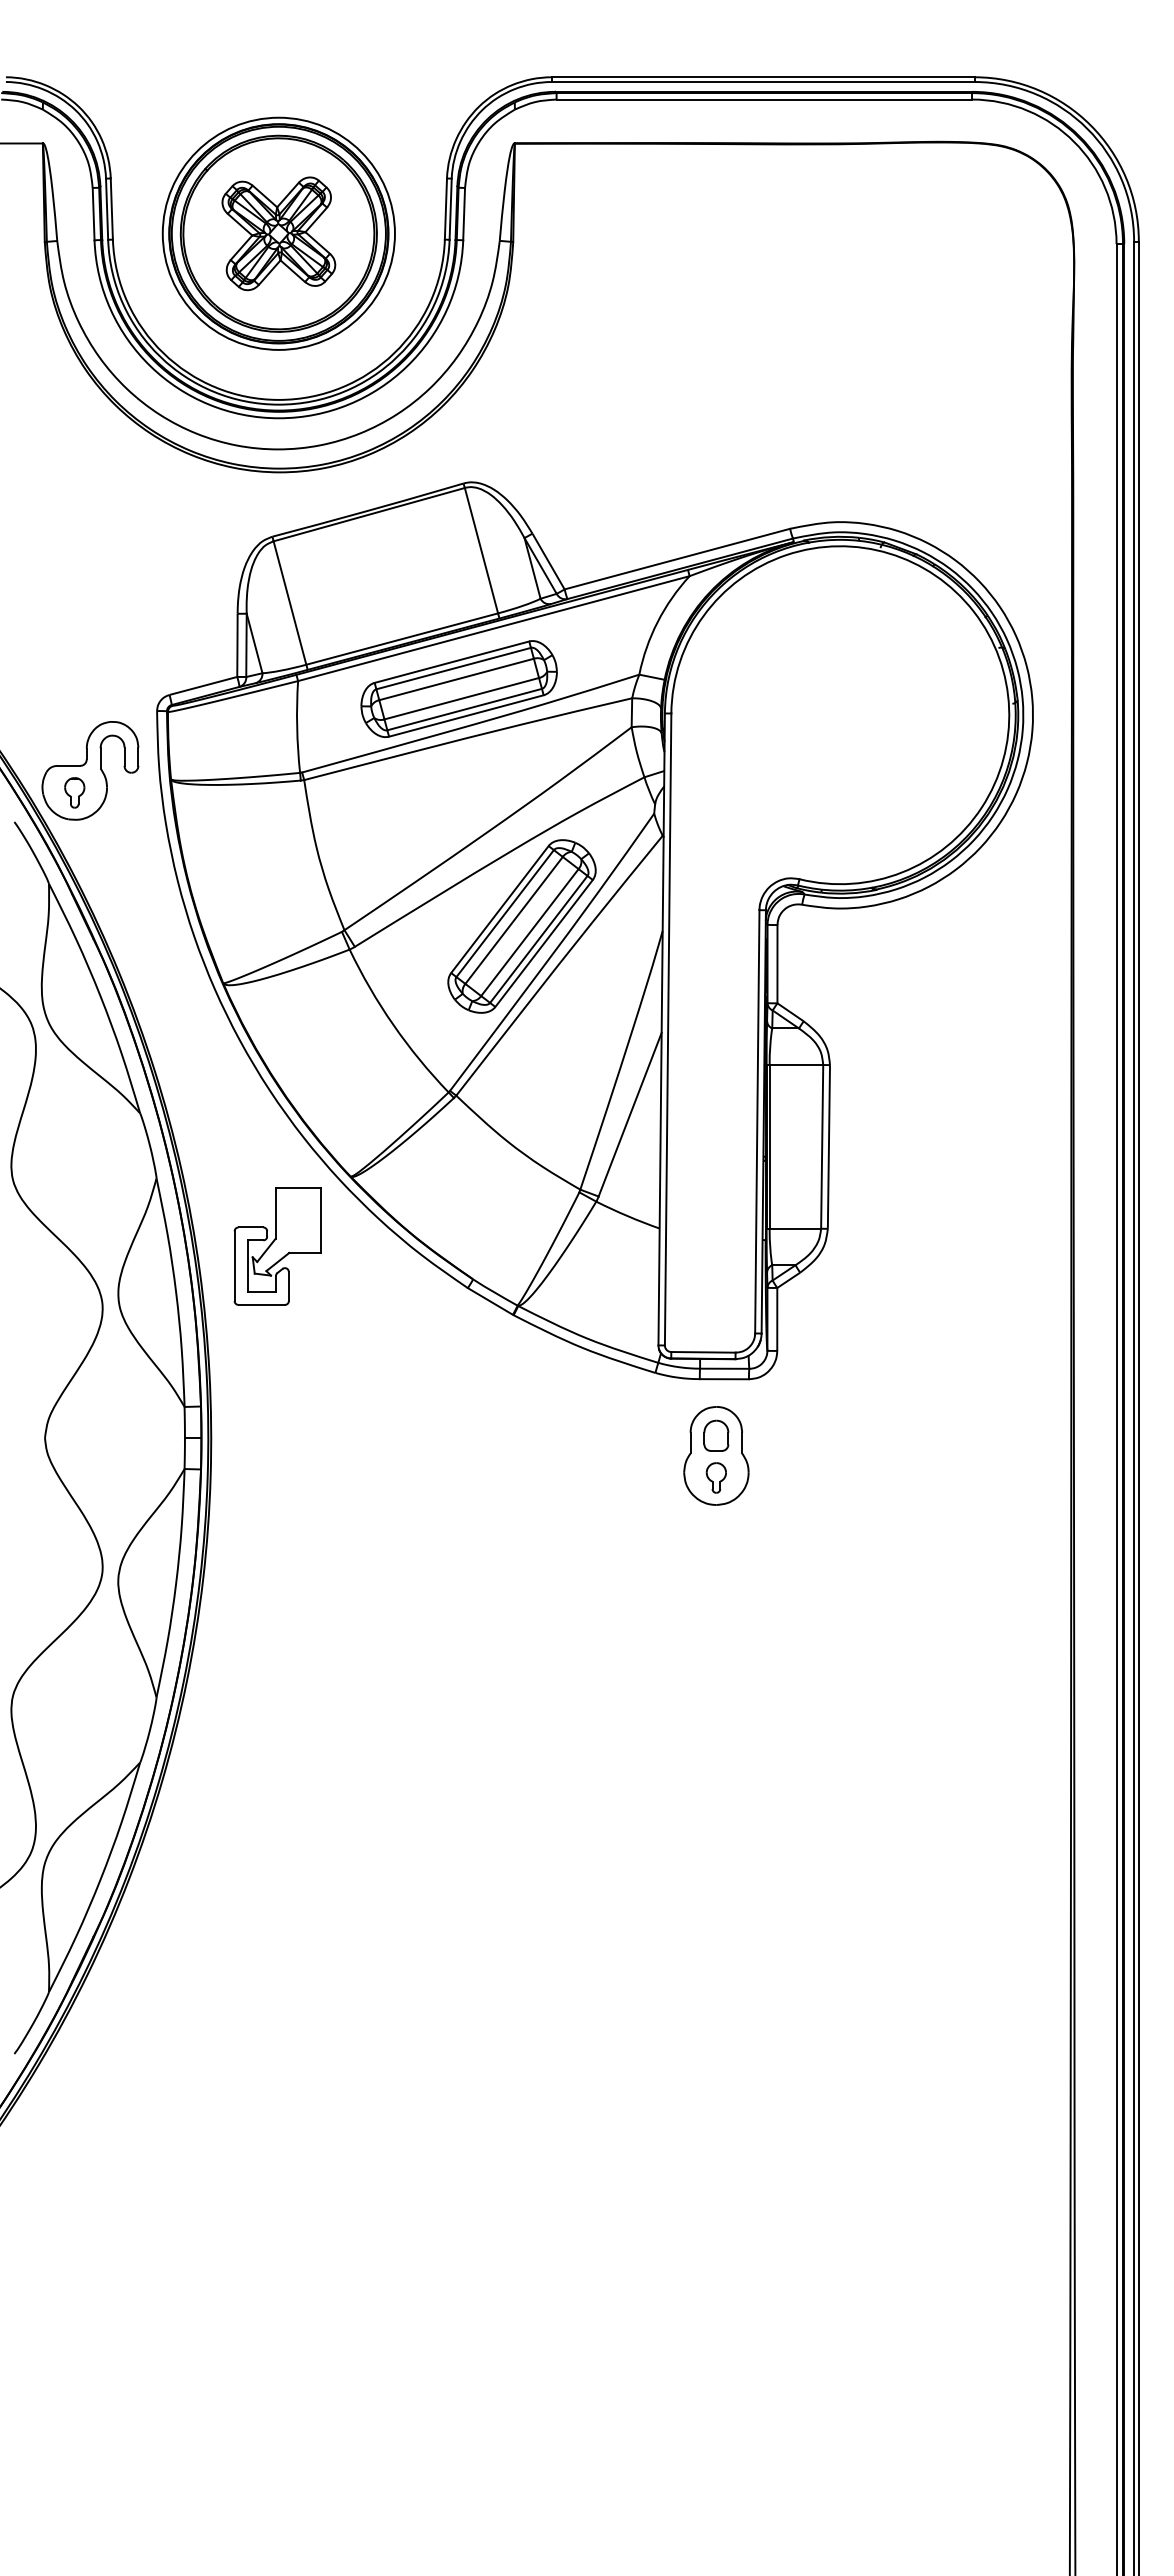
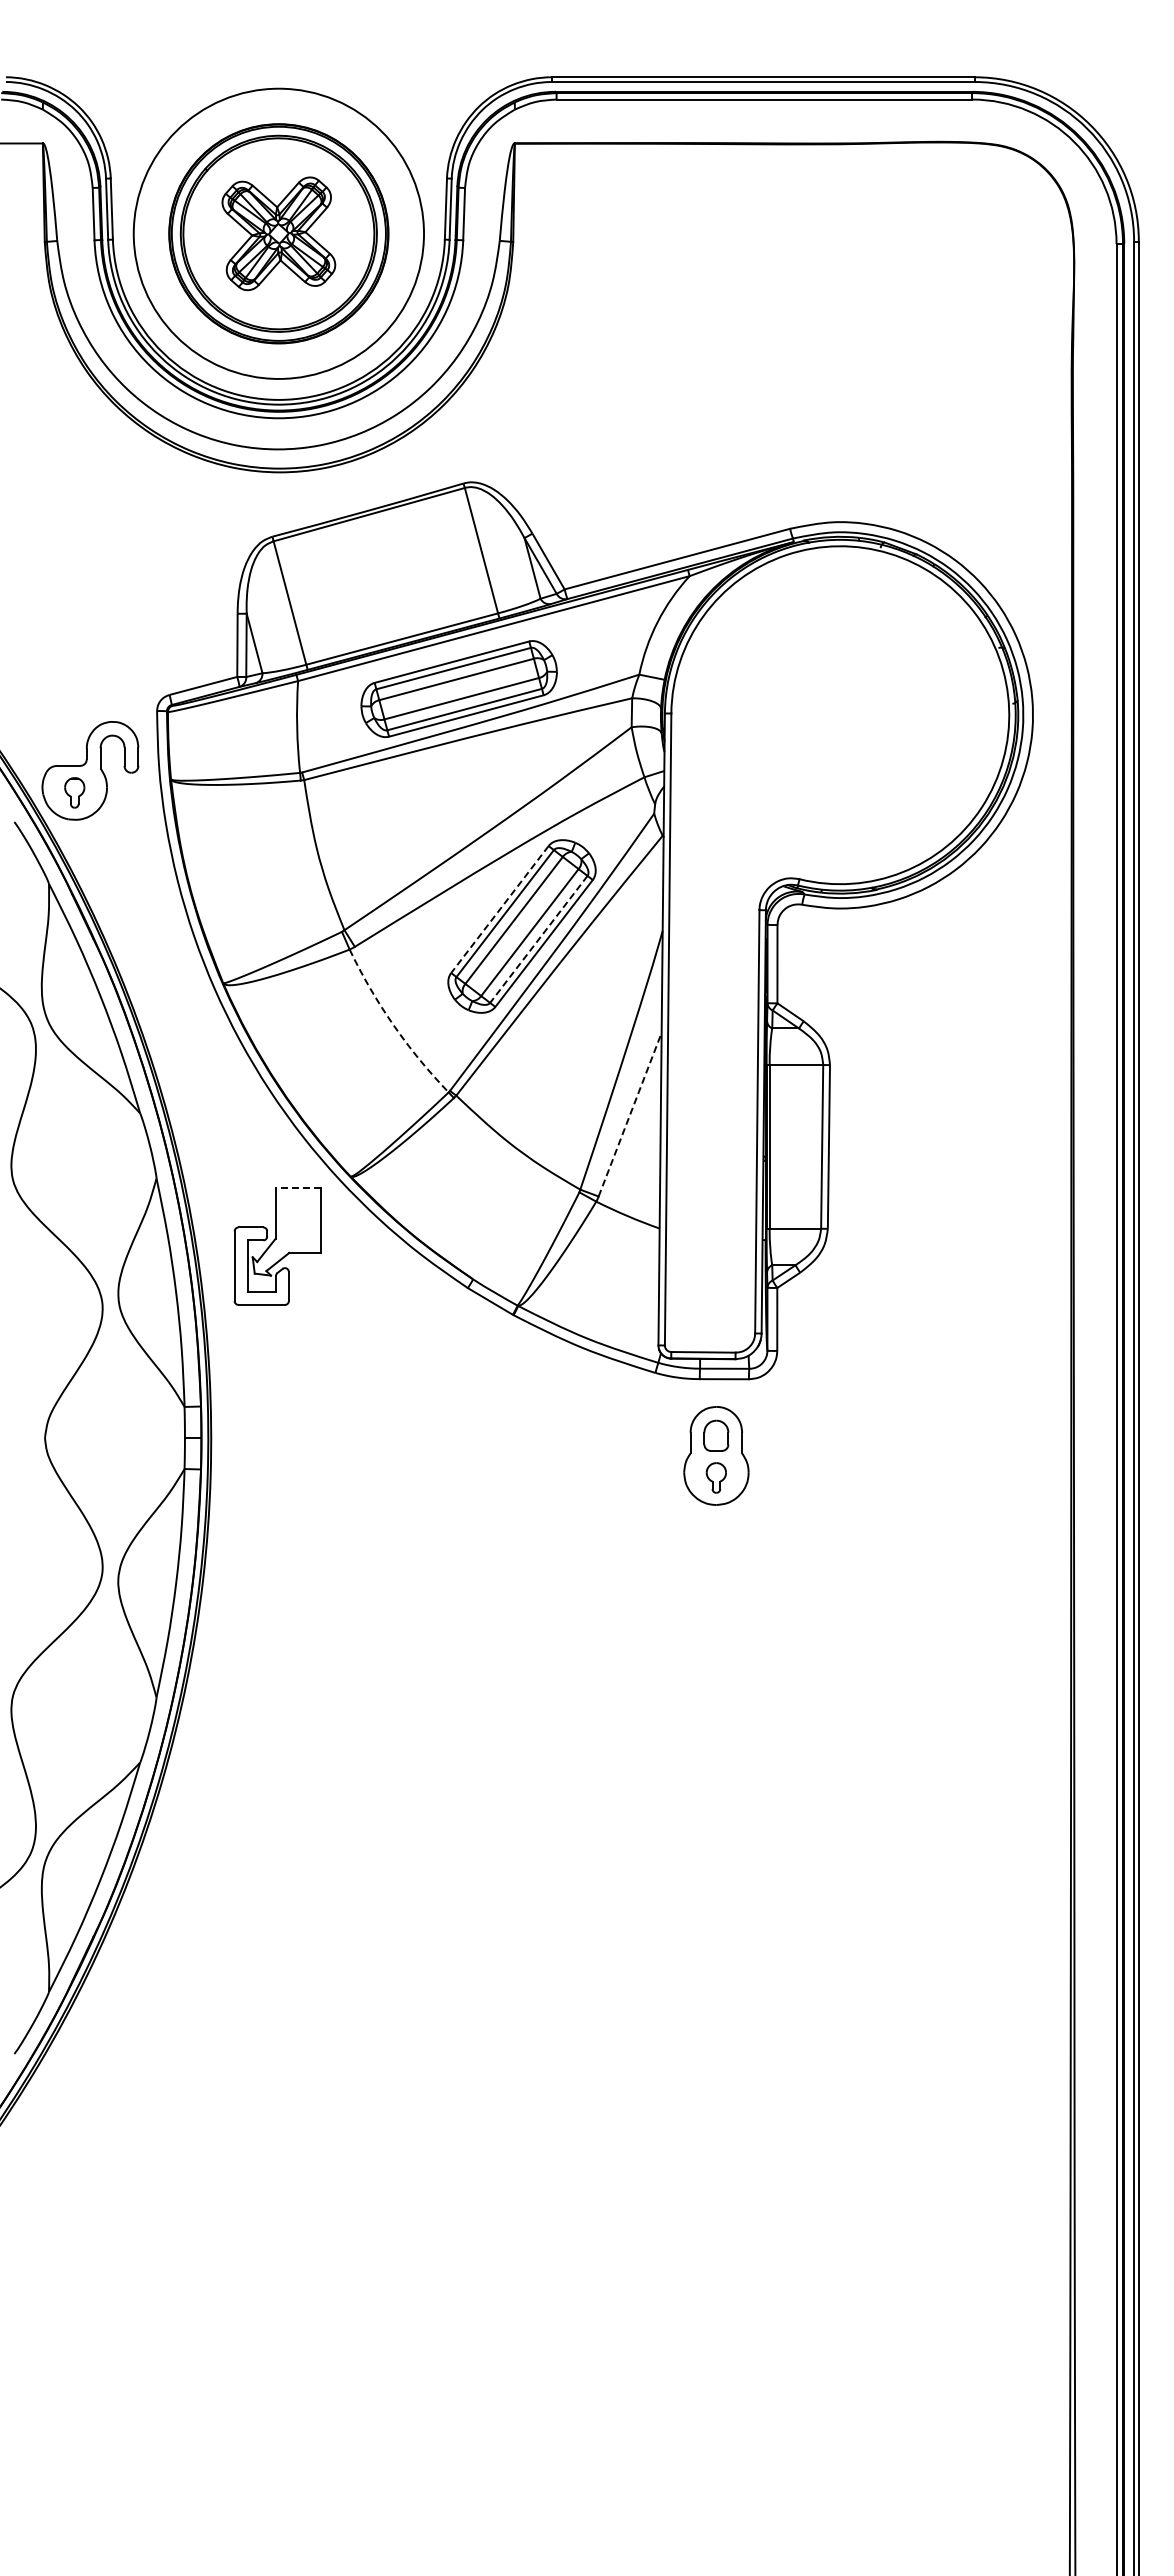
circle at (278, 233) diameter: 232 px -> 290 px
line at (499, 909): solid -> dashed
line at (538, 939): solid -> dashed
arc at (393, 1024): solid -> dashed
line at (630, 1114): solid -> dashed
line at (298, 1188): solid -> dashed
